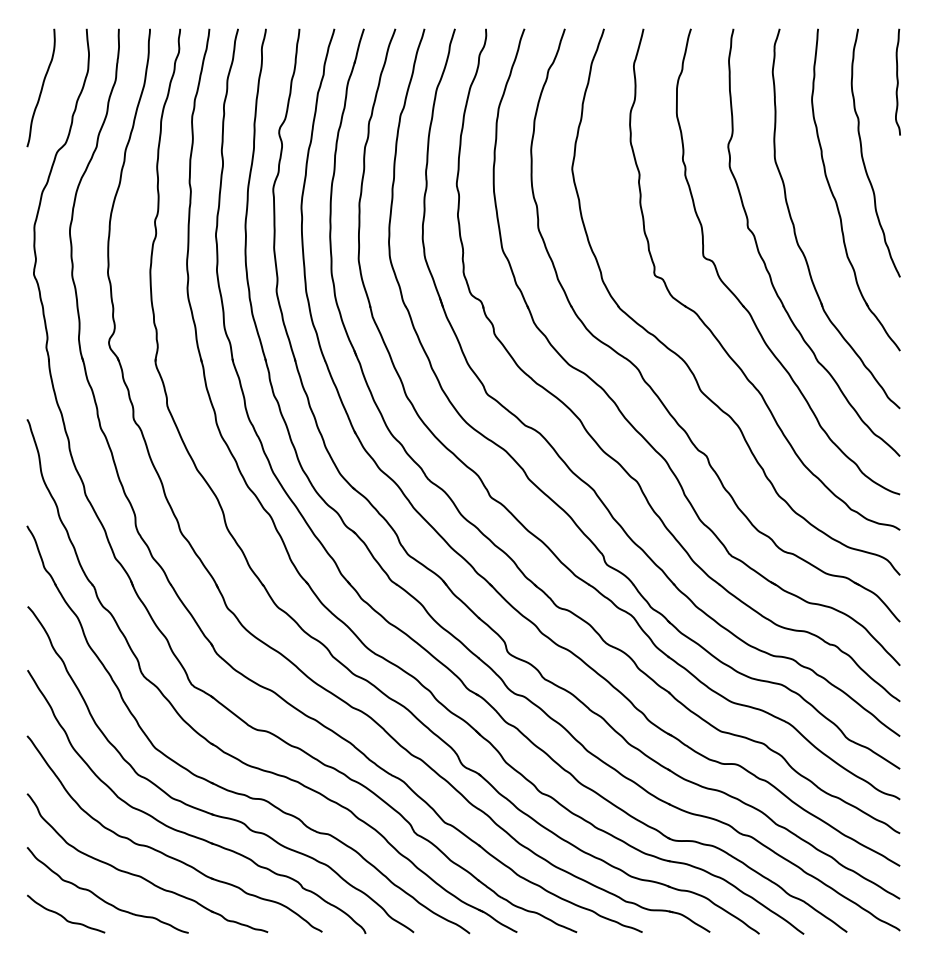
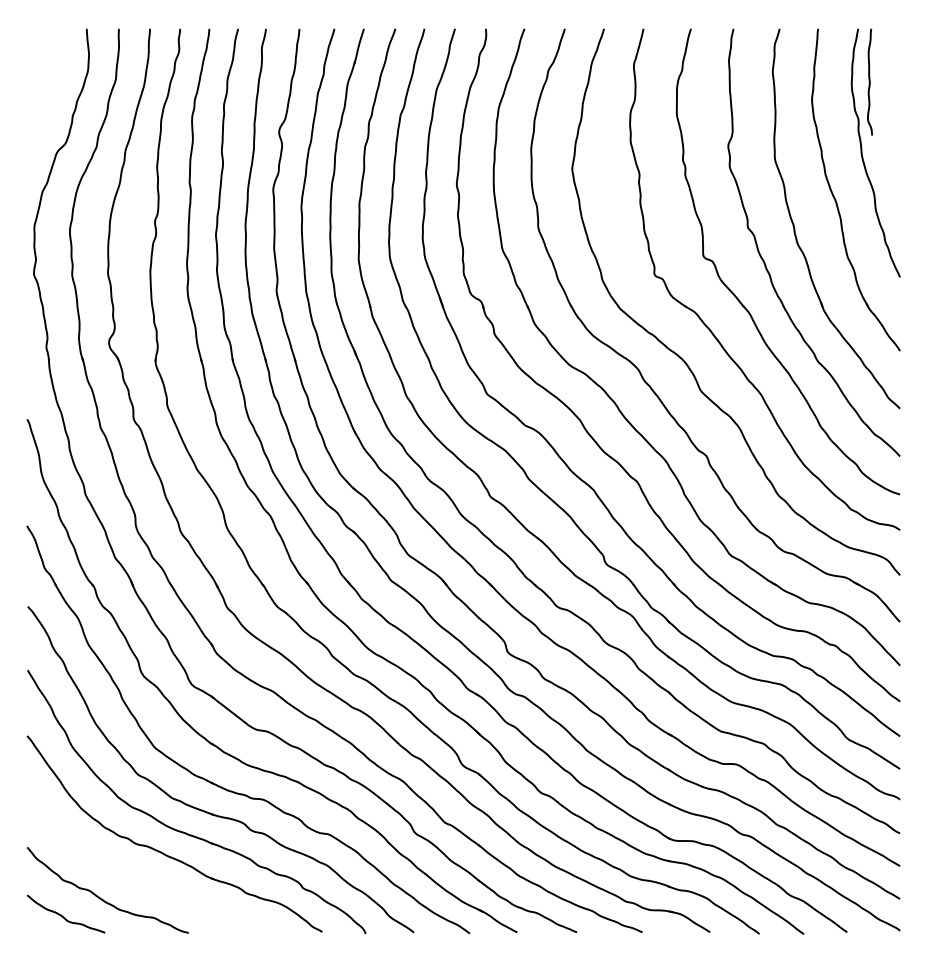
curve at (897, 81) position: (897, 81) -> (869, 81)
curve at (41, 87): present -> none
part at (140, 875): present -> none
